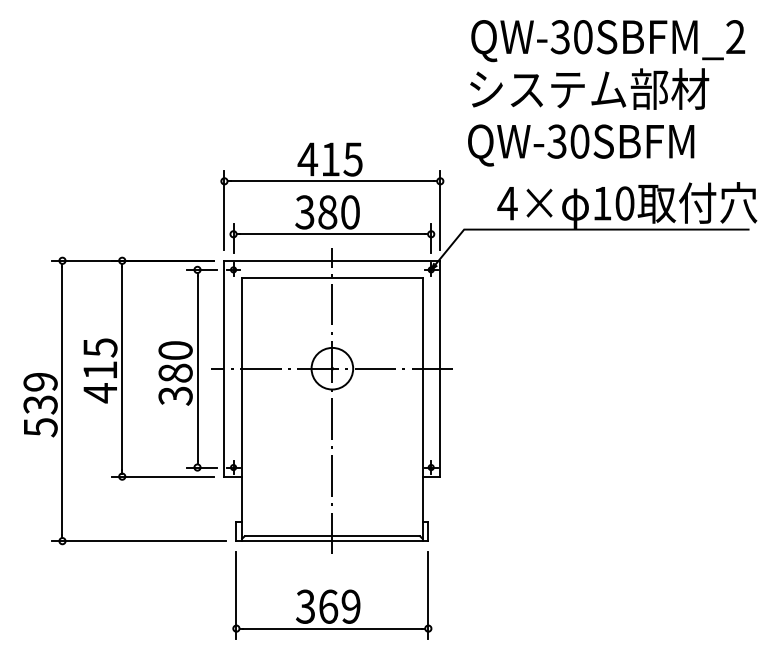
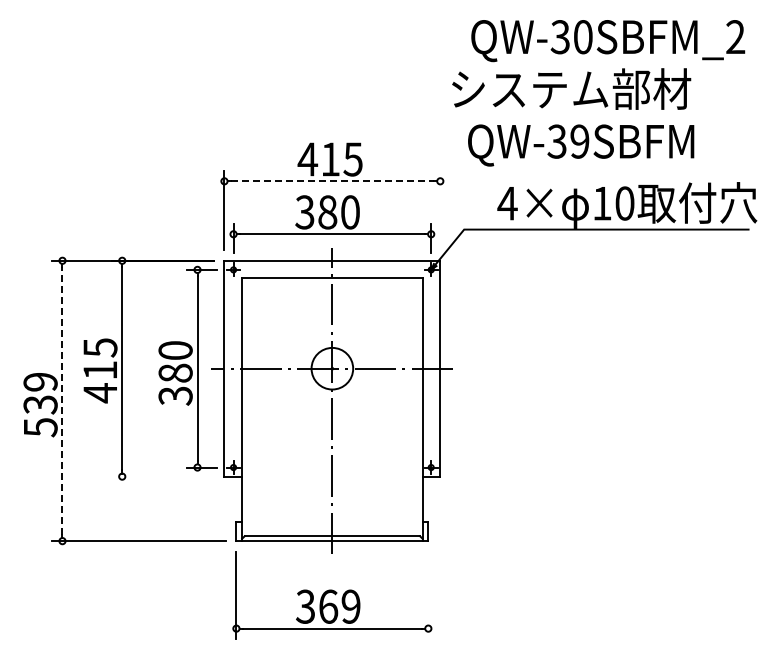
text at (589, 88) position: (589, 88) -> (571, 88)
text at (579, 141): QW-30SBFM -> QW-39SBFM
line at (332, 181): solid -> dashed
line at (440, 210): present -> none
line at (62, 400): solid -> dashed
line at (162, 476): present -> none
line at (428, 595): present -> none
